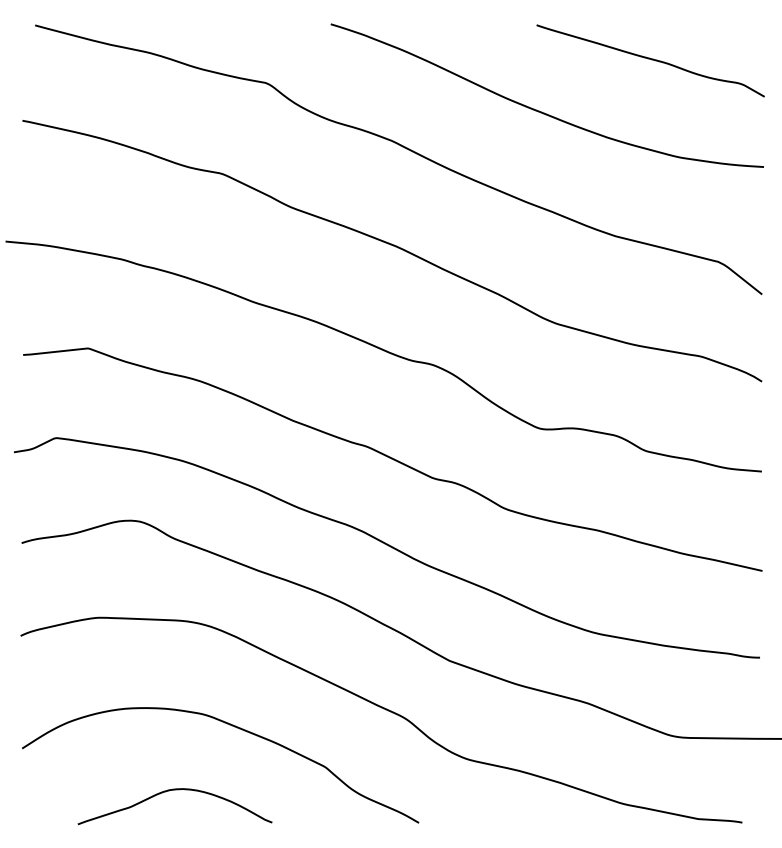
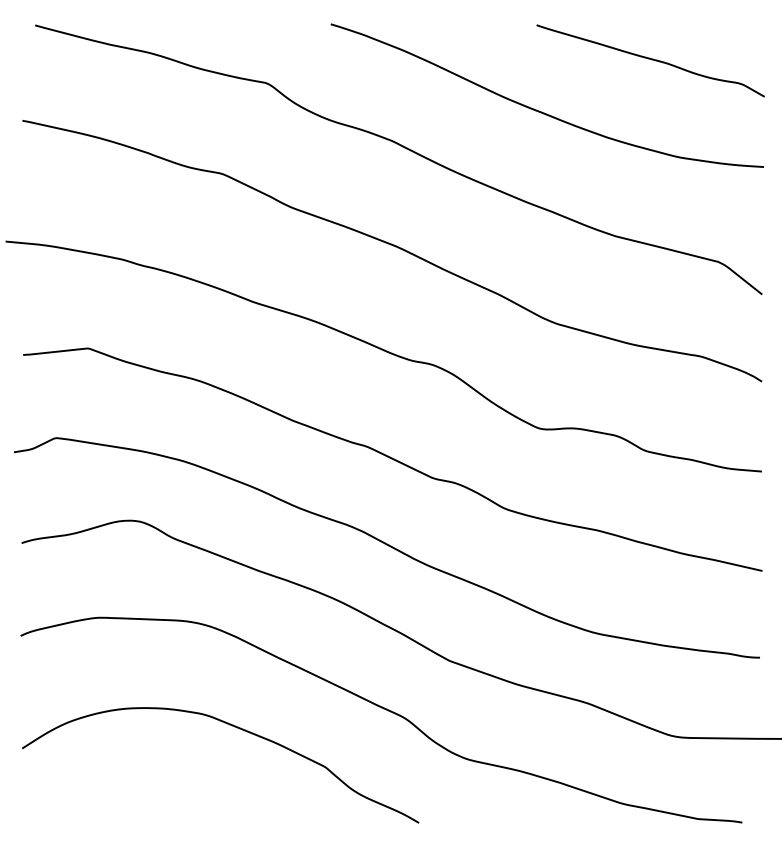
curve at (169, 791): present -> none
